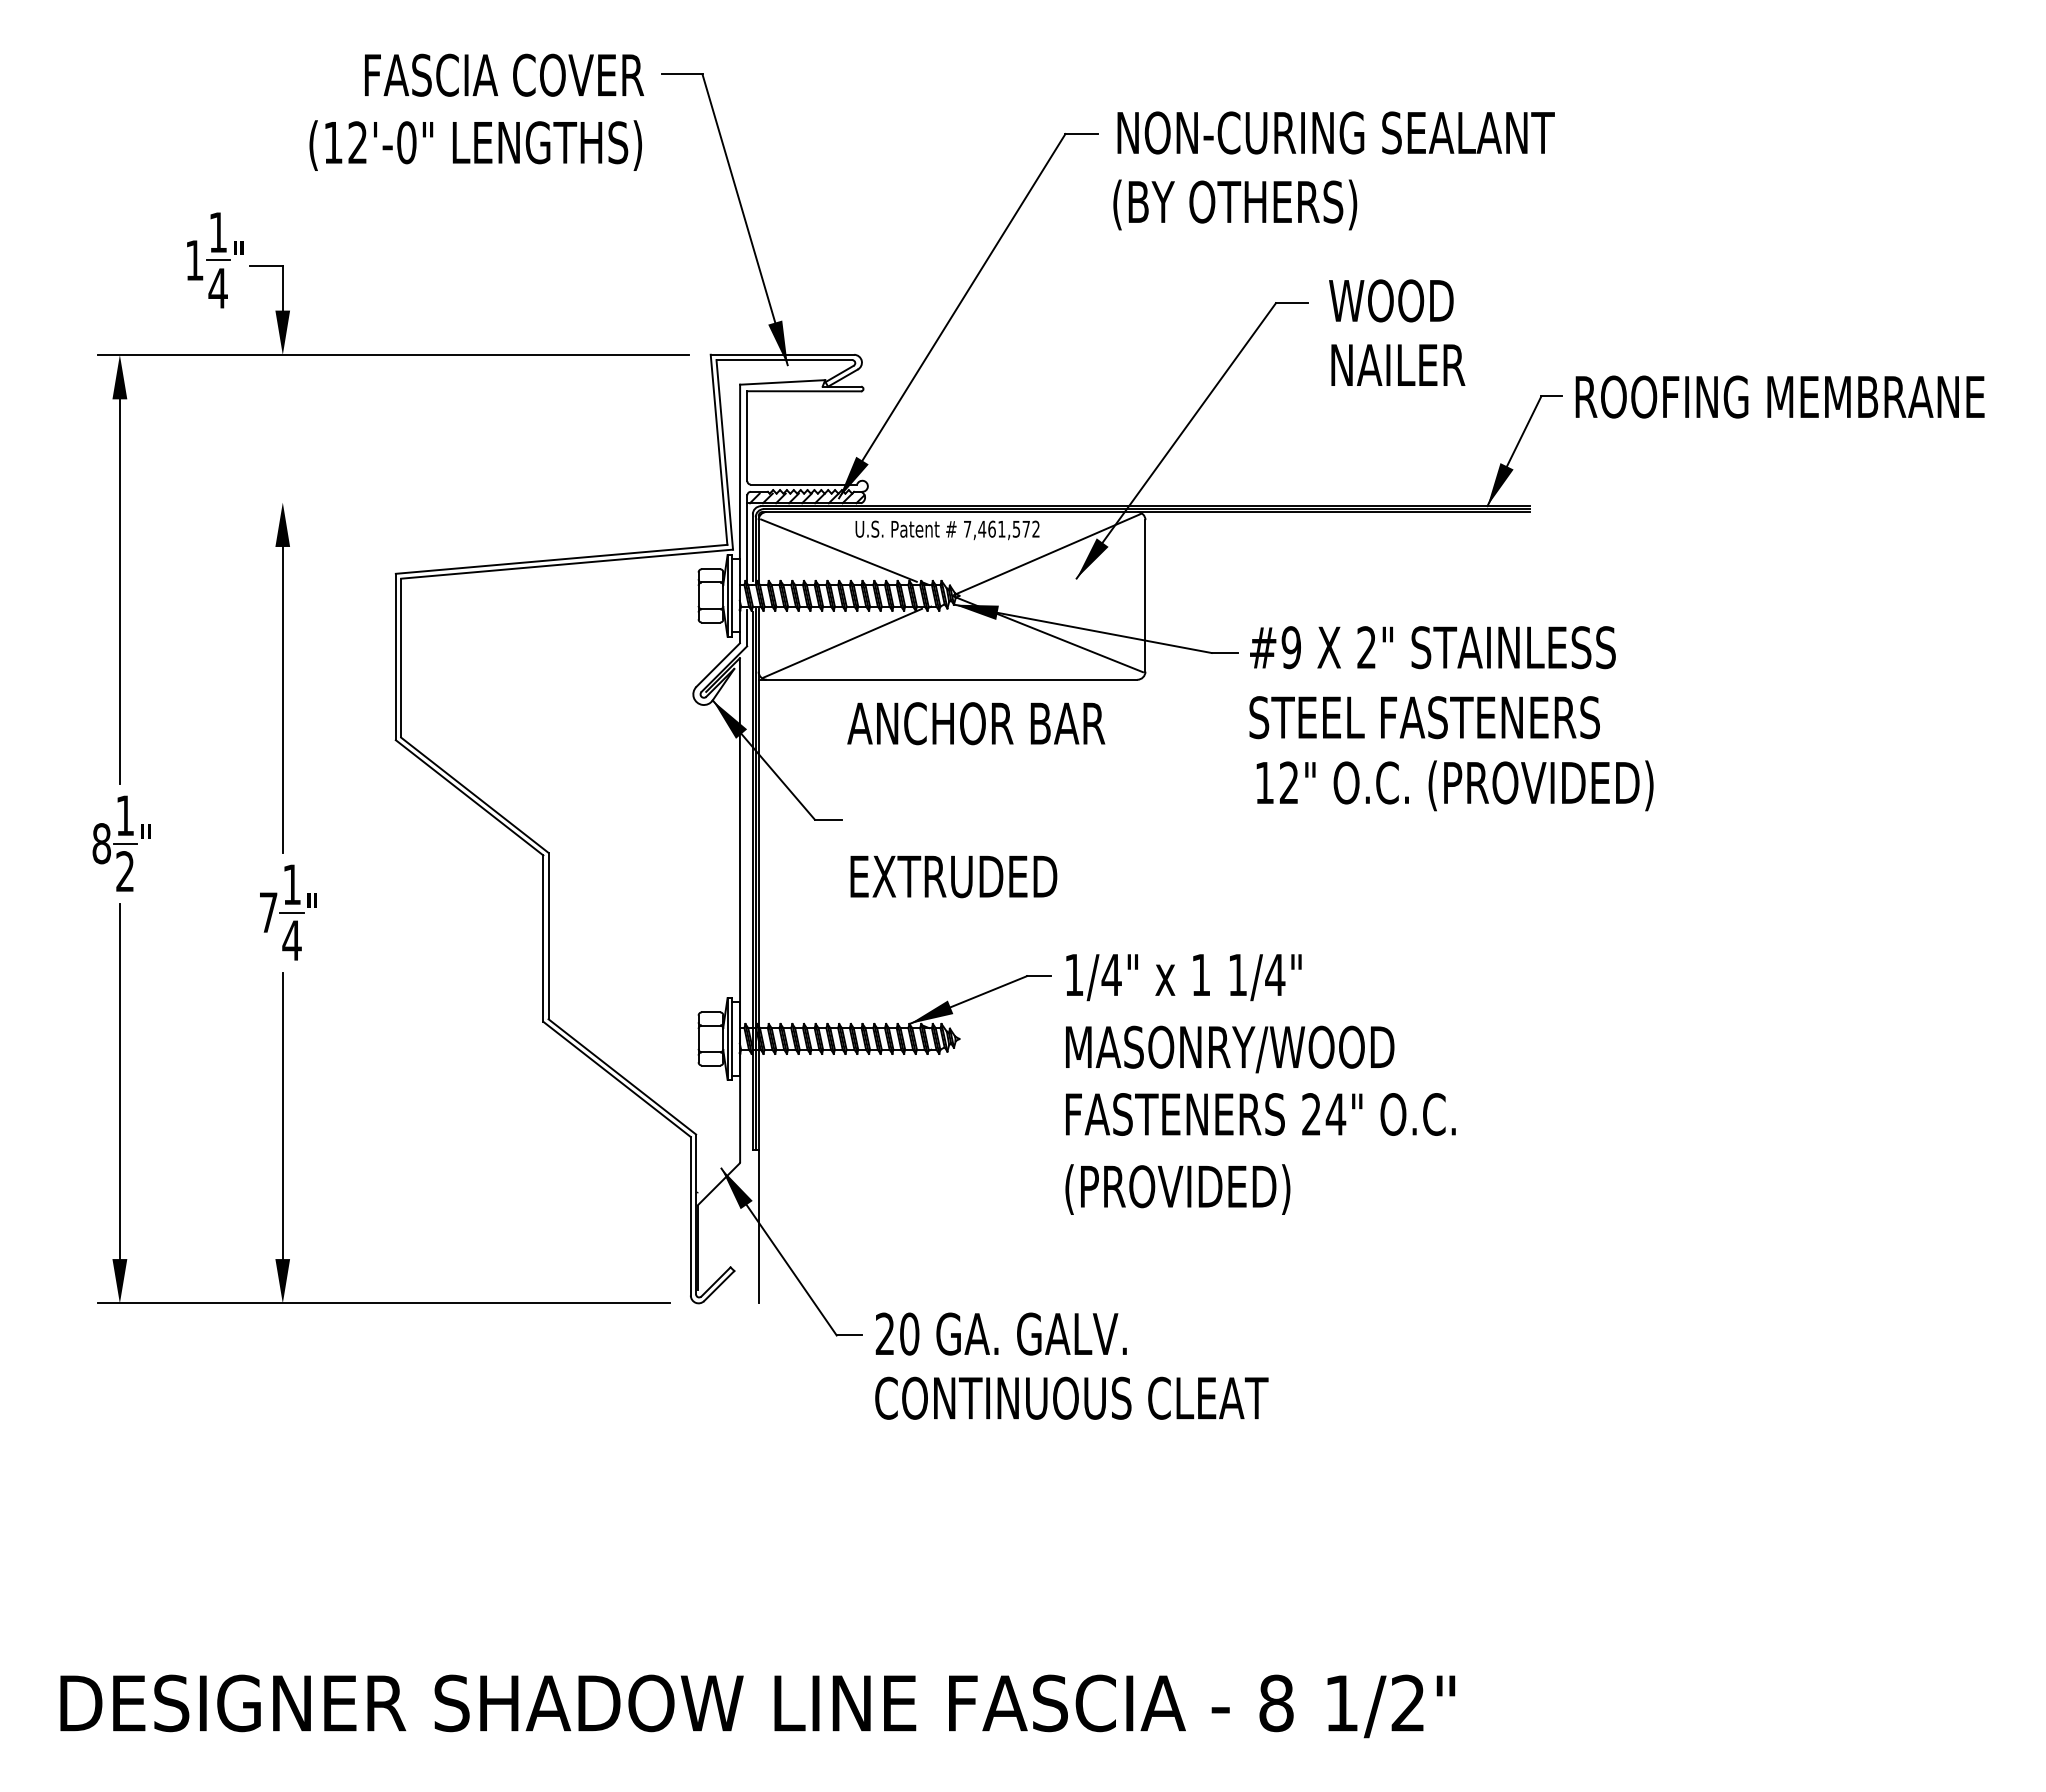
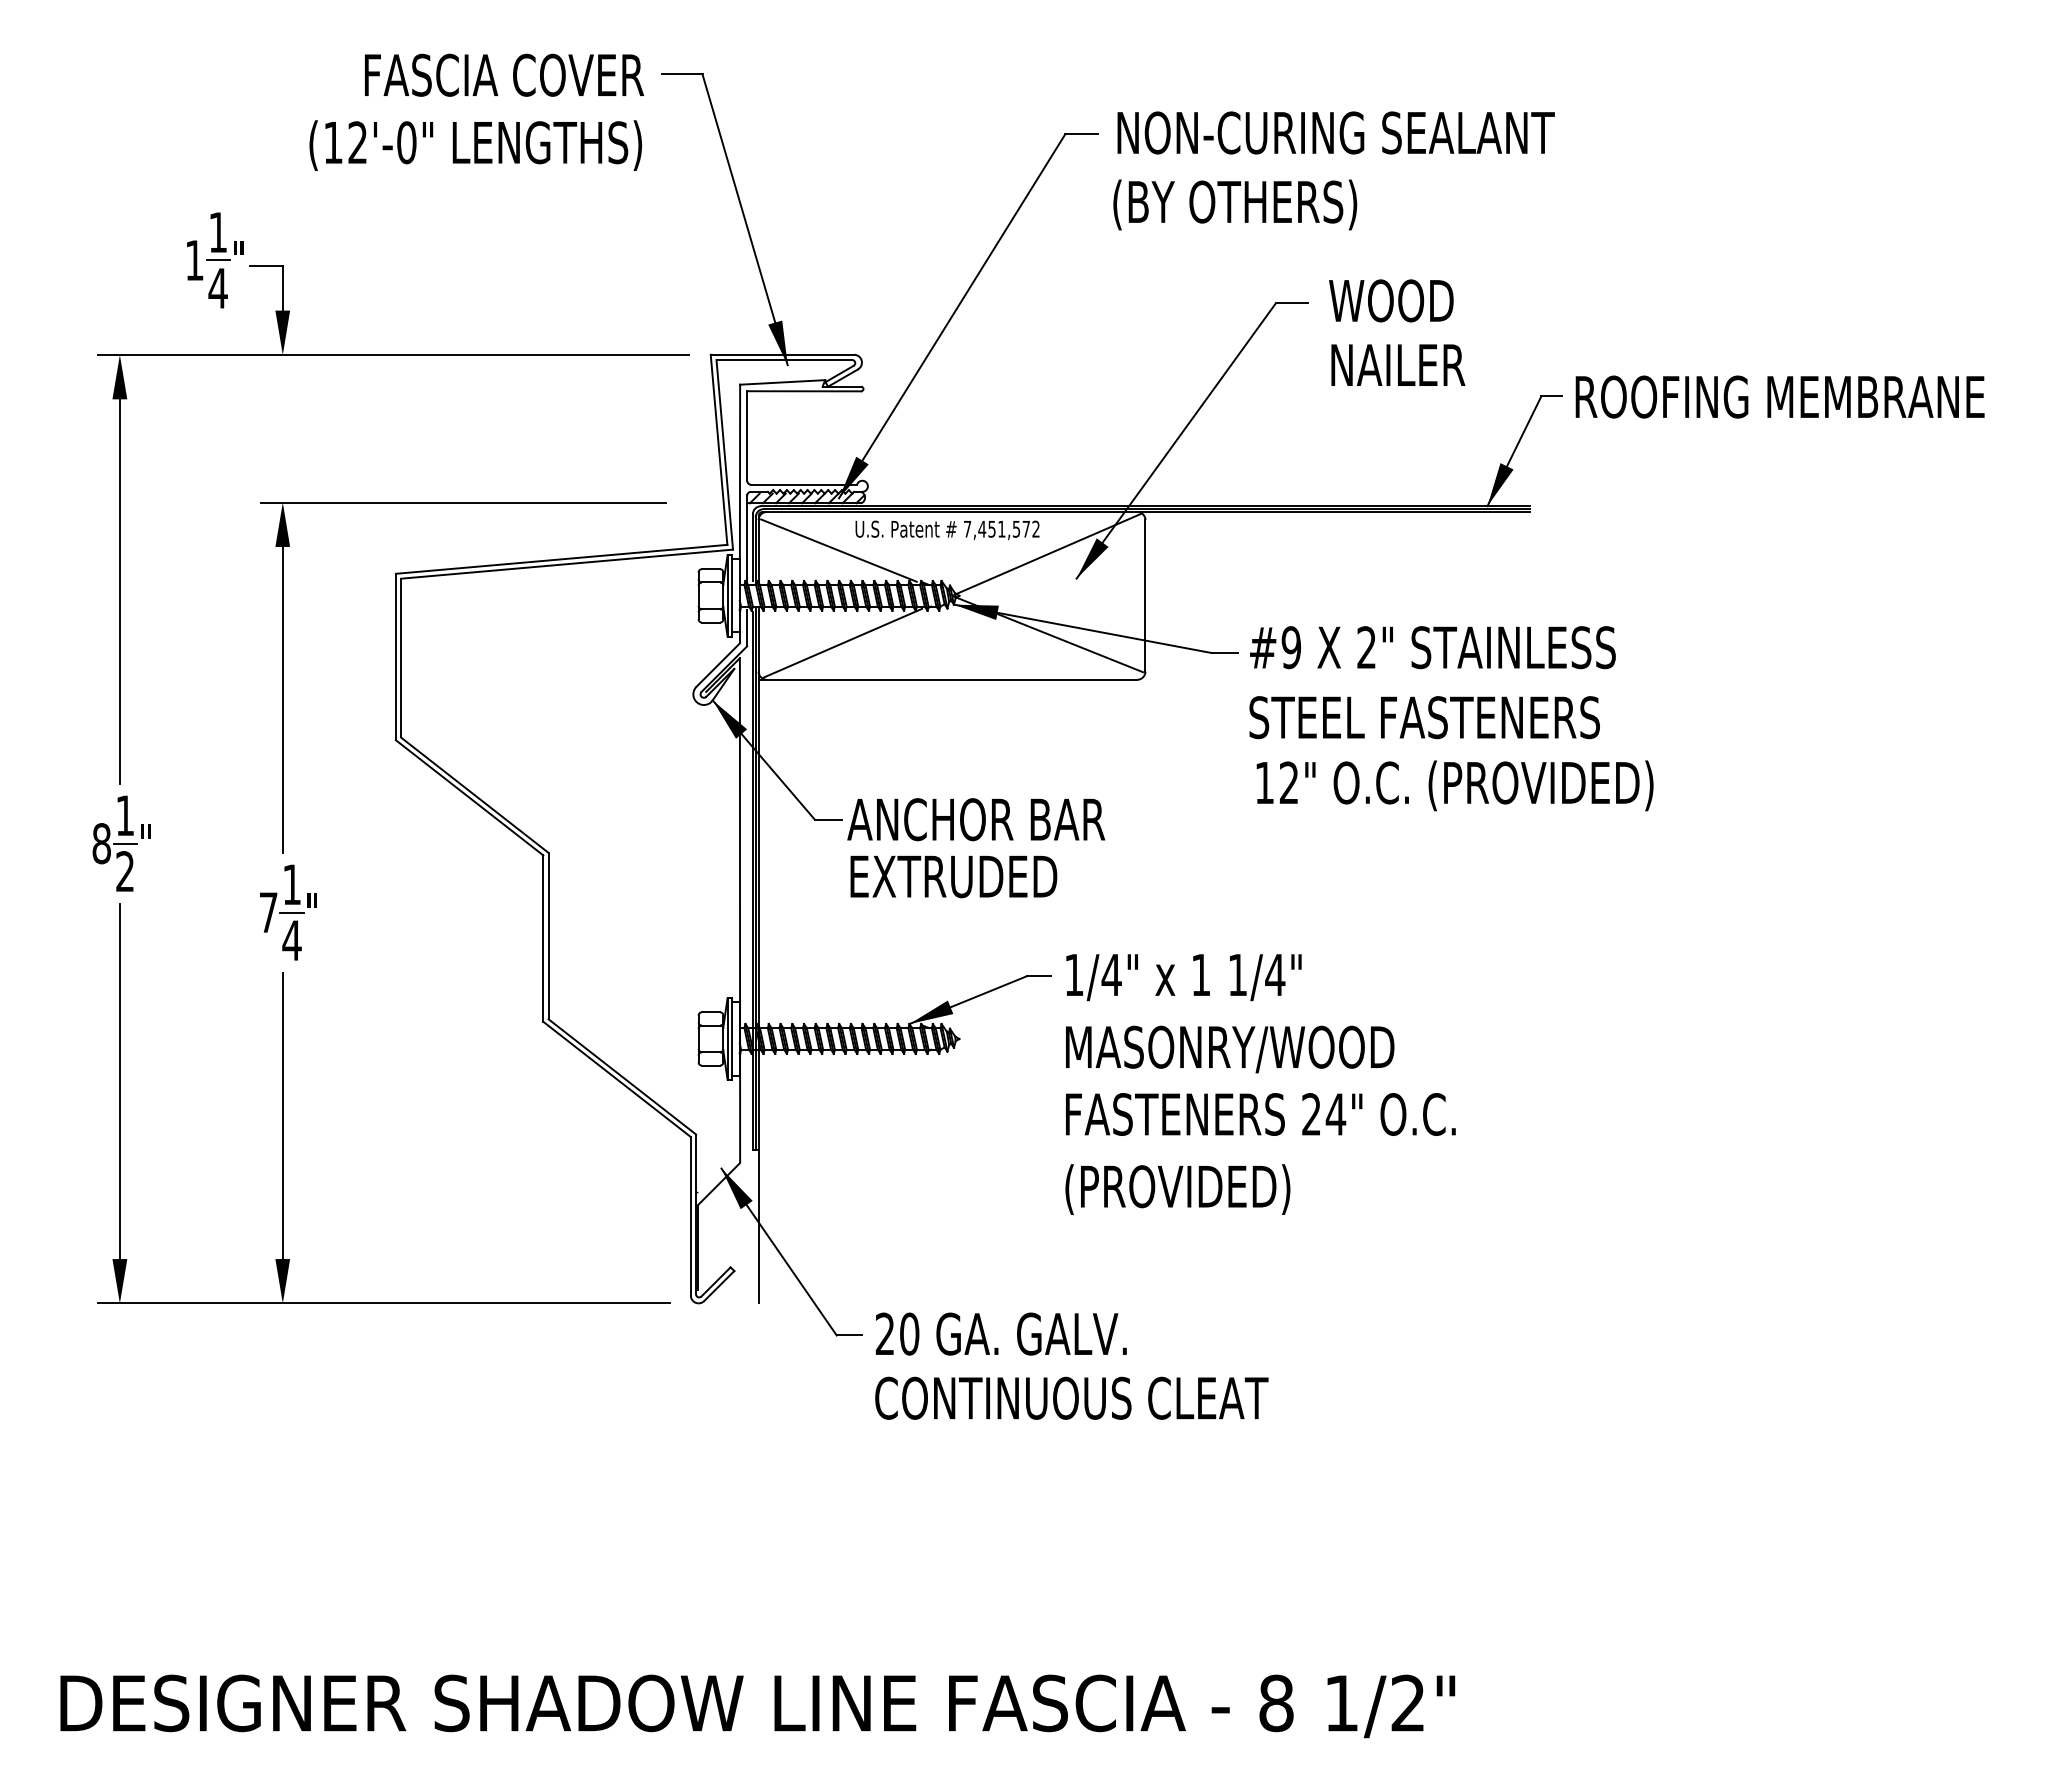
line at (462, 502): none -> present
text at (991, 528): 7,461,572 -> 7,451,572
text at (976, 723) position: (976, 723) -> (976, 819)
